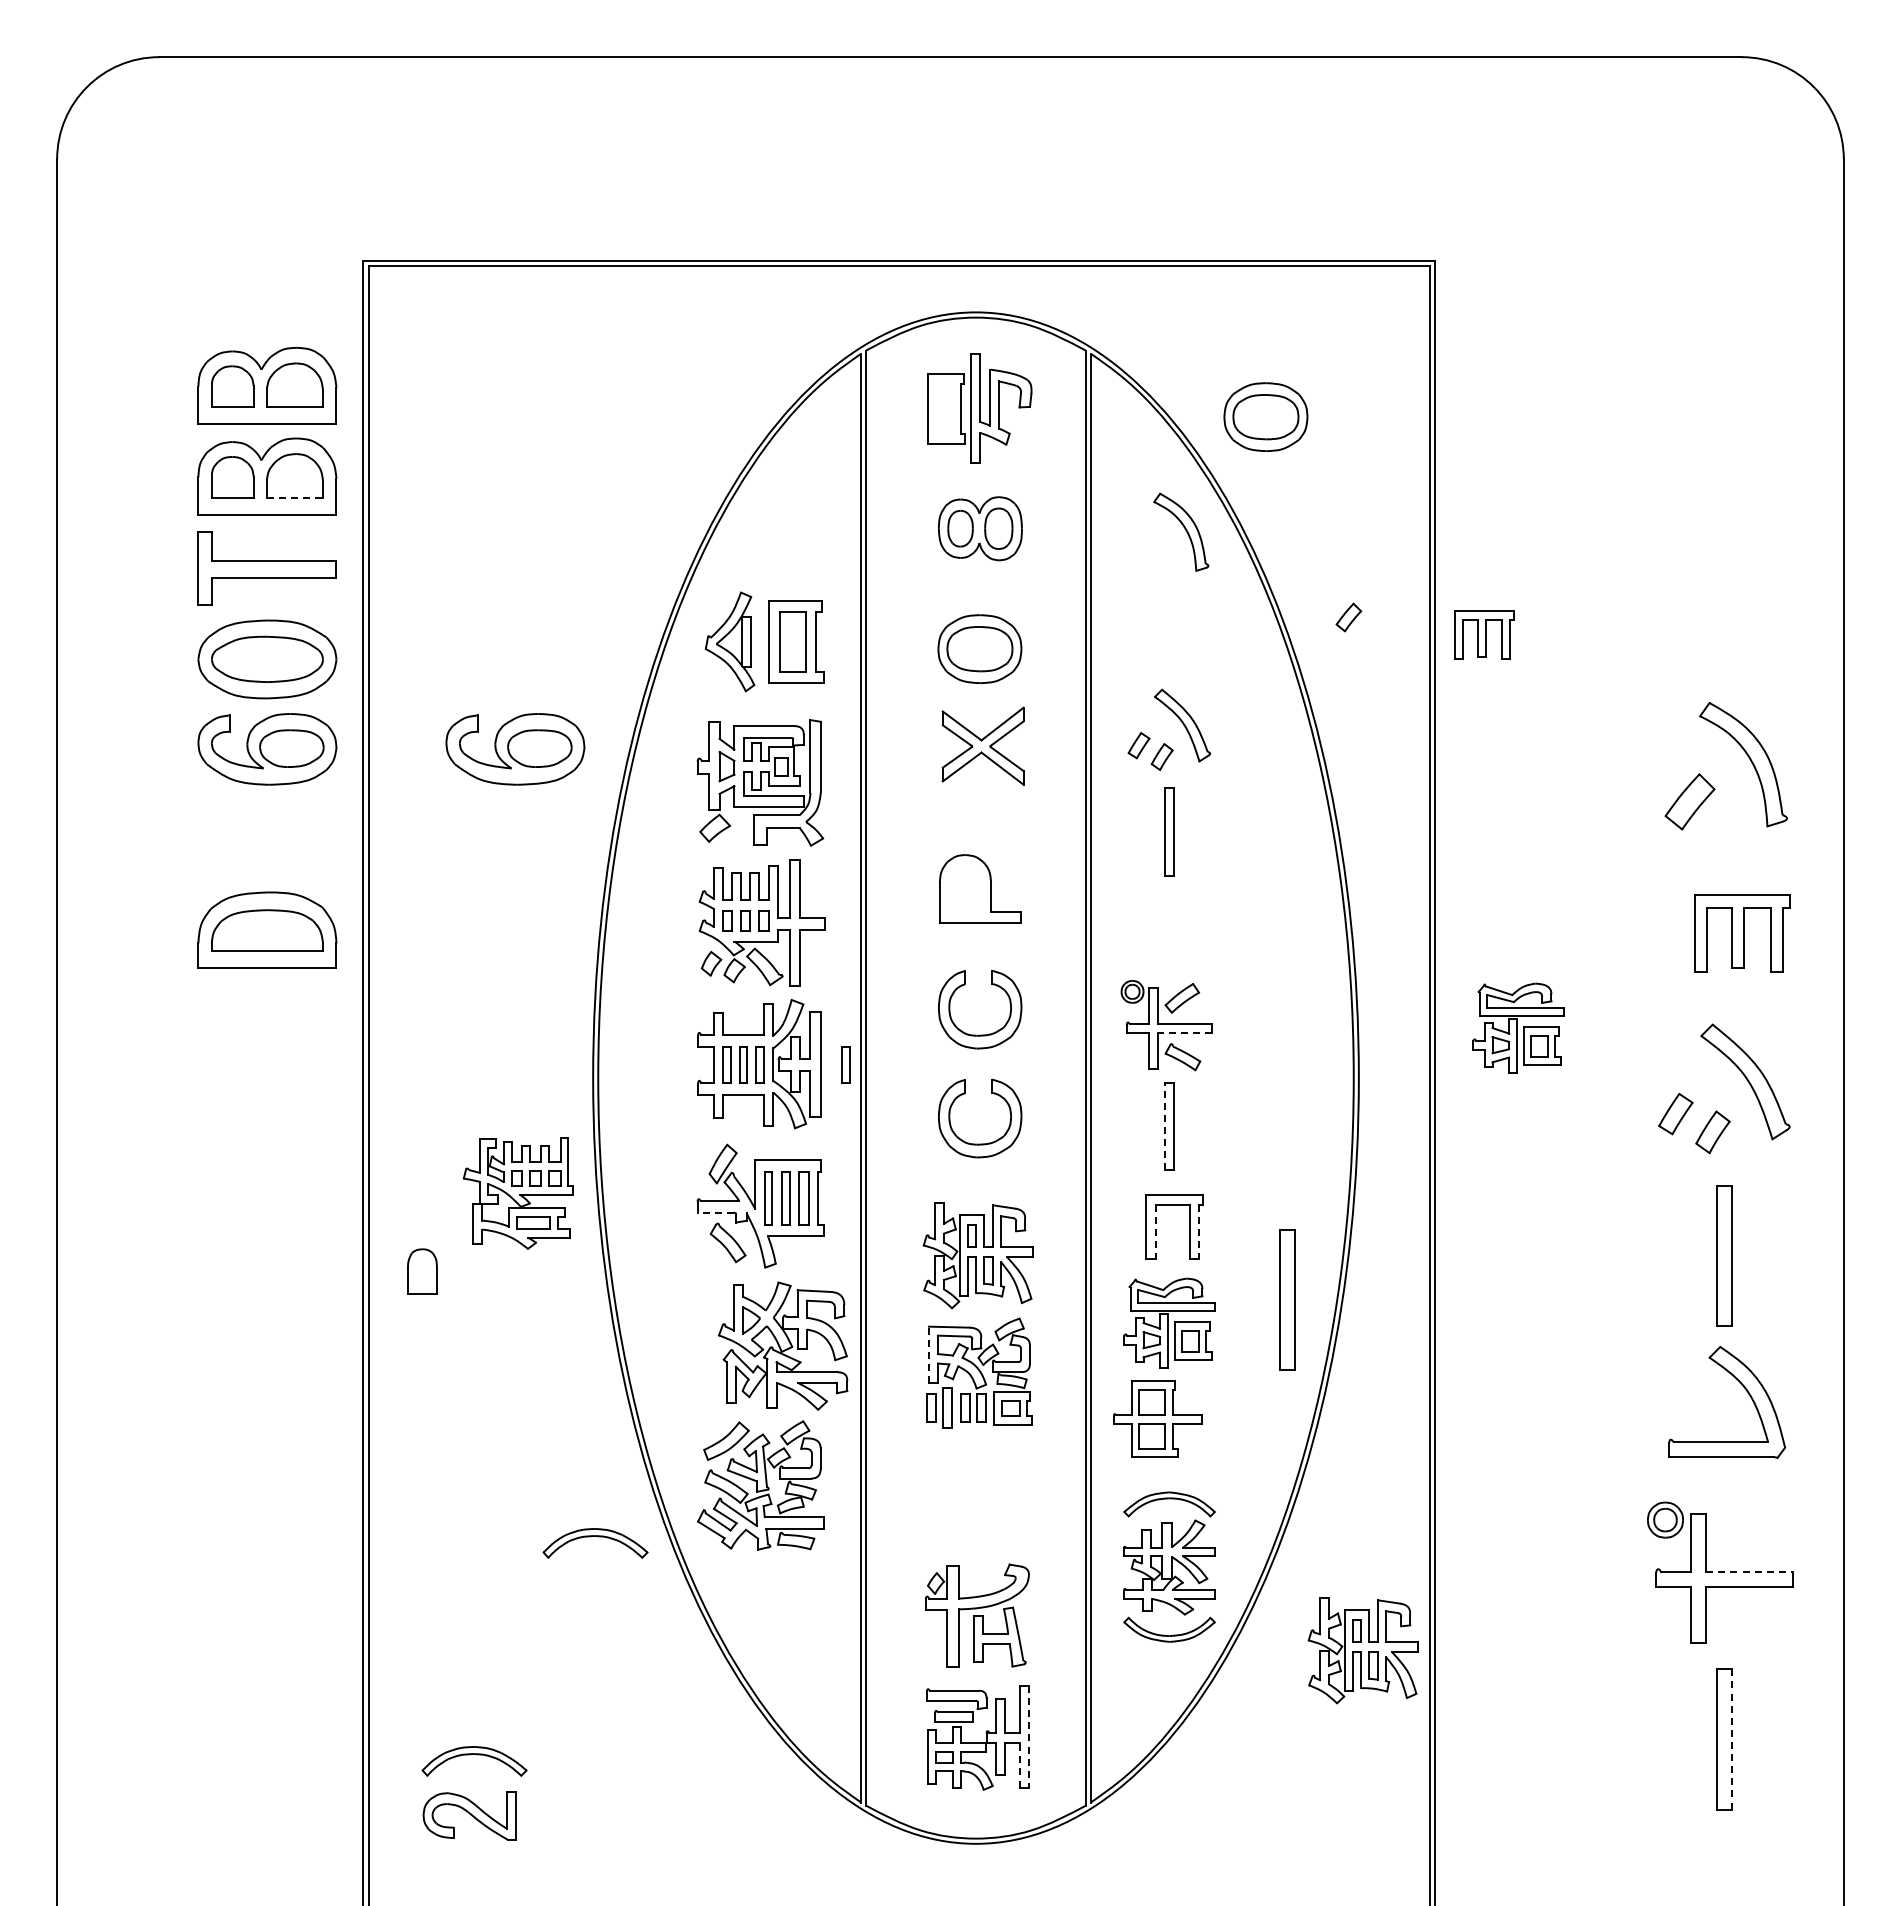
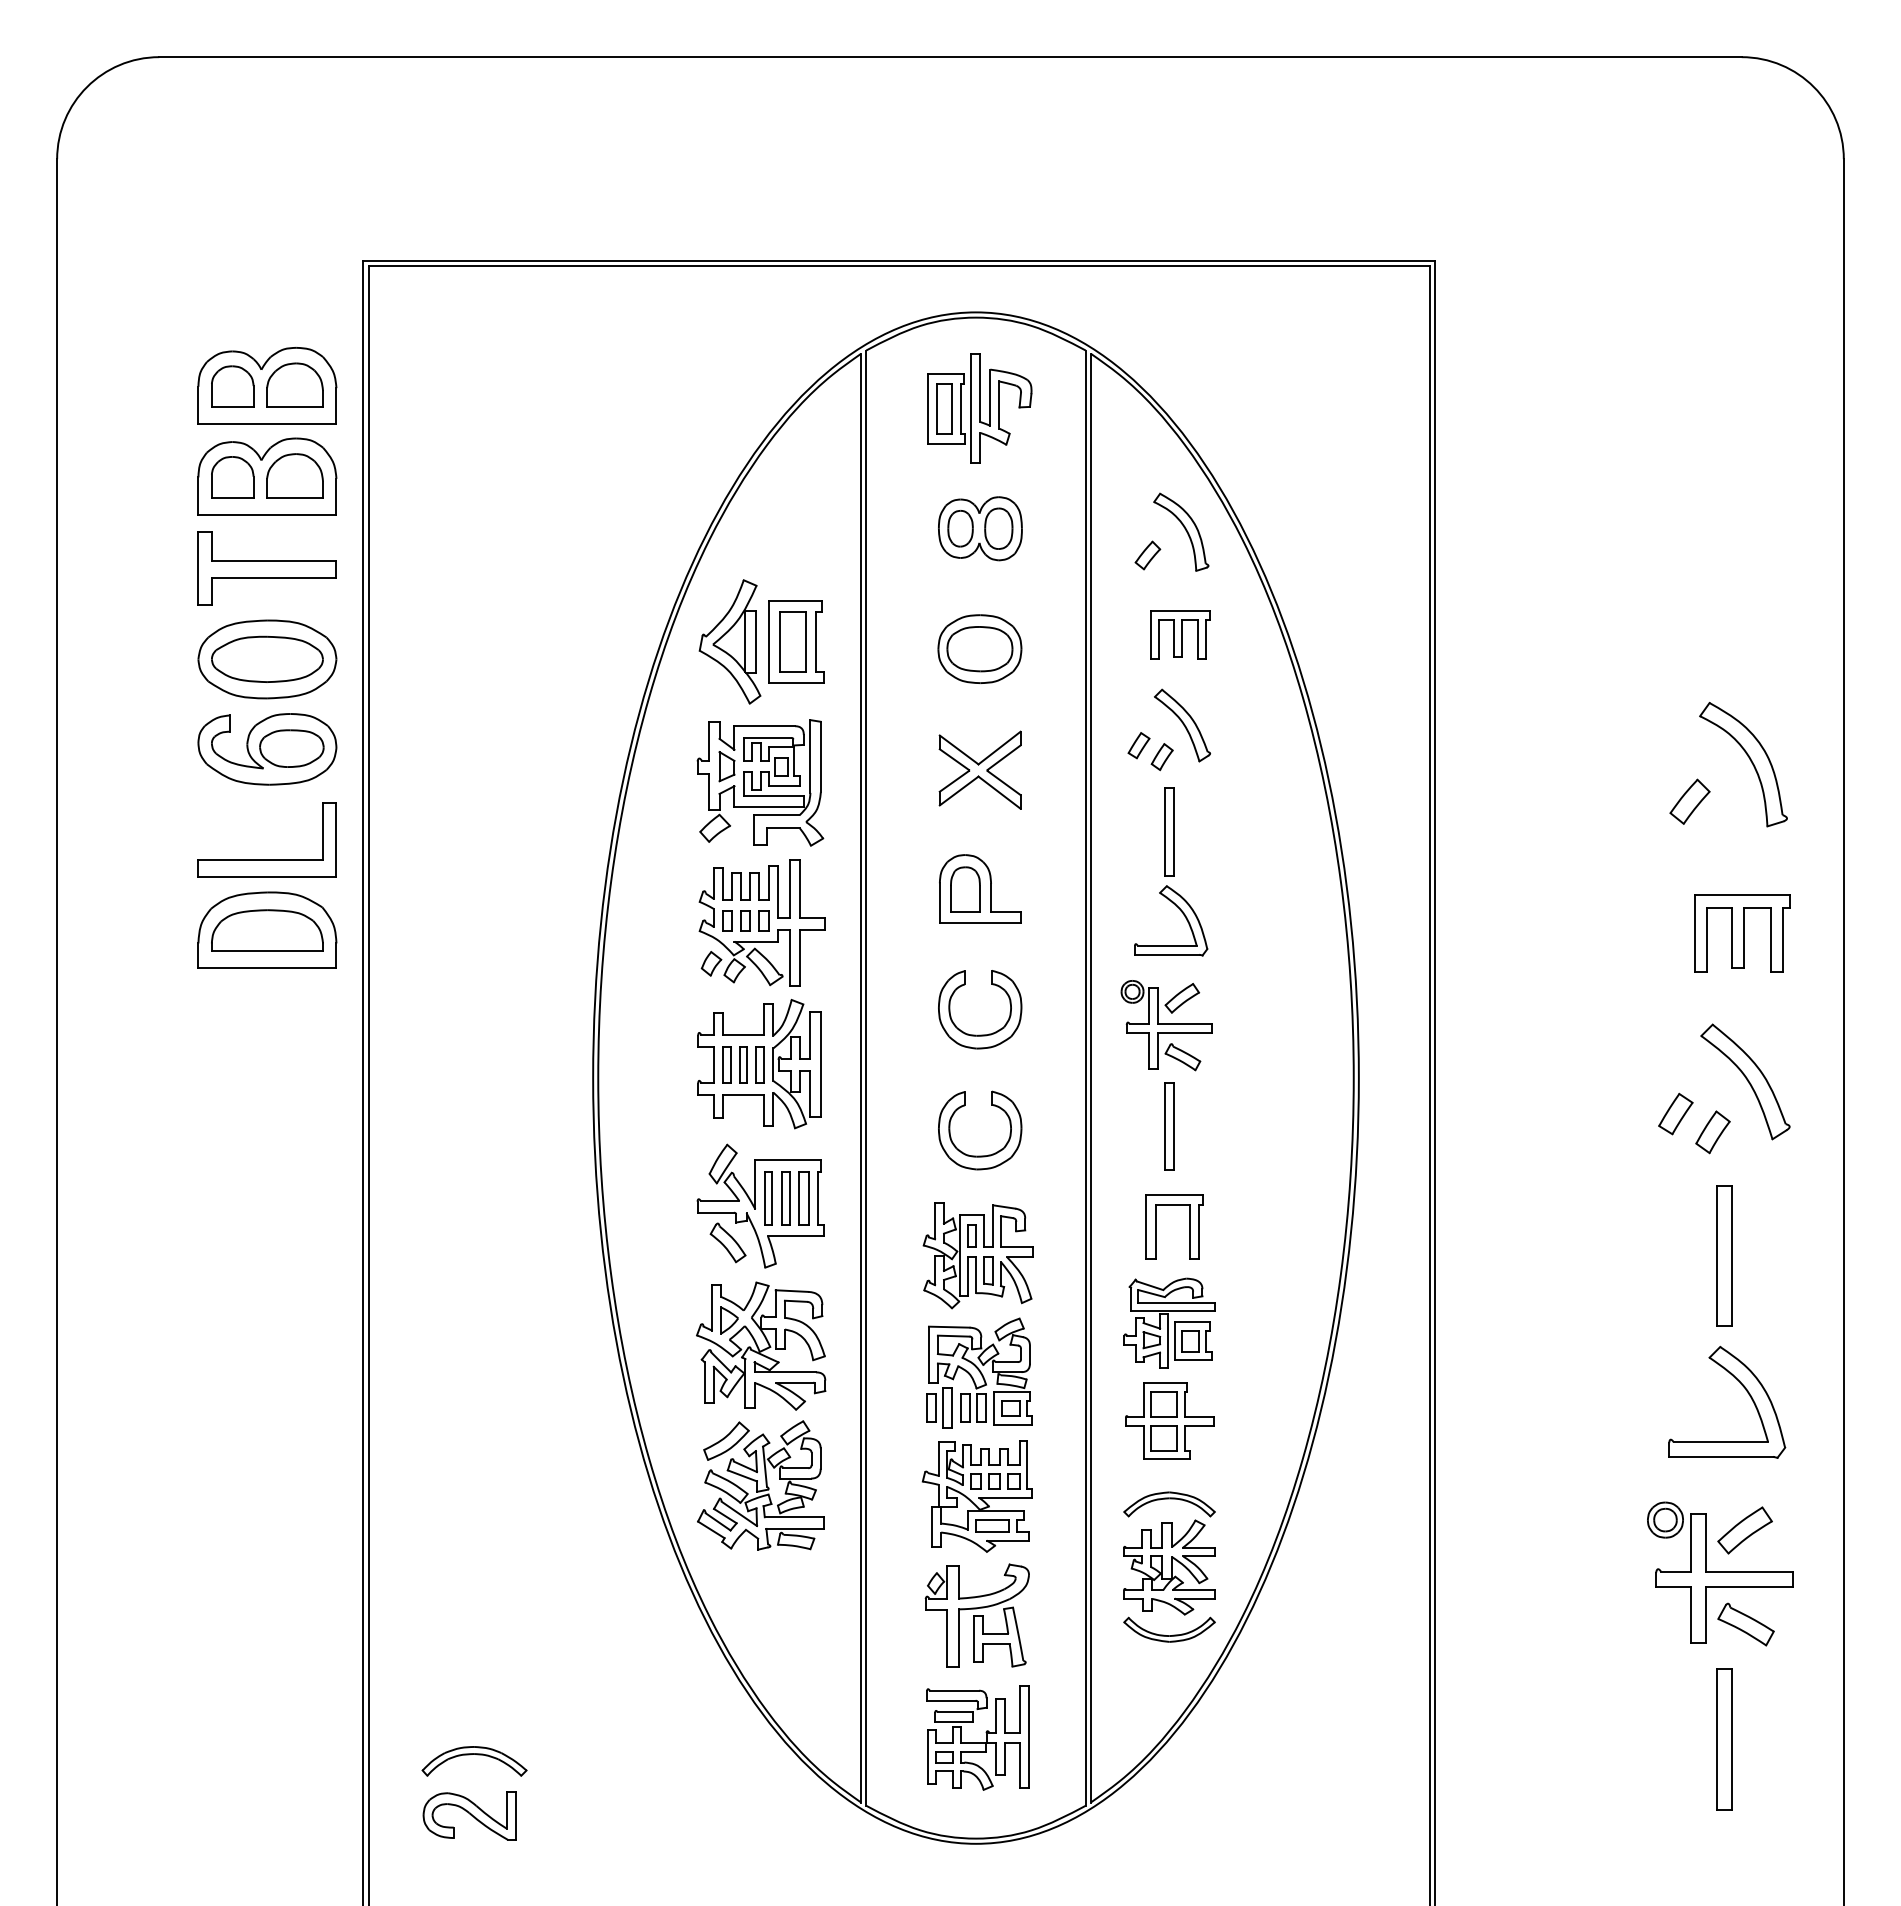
part at (944, 408): none -> present
part at (1265, 416): present -> none
line at (295, 497): dashed -> solid
part at (1348, 617) position: (1348, 617) -> (1147, 555)
part at (1484, 634) position: (1484, 634) -> (1180, 634)
part at (729, 641) size: 52x102 px -> 64x126 px
part at (982, 745) position: (982, 745) -> (979, 769)
part at (515, 749): present -> none
part at (1689, 801) size: 52x58 px -> 42x47 px
part at (266, 859): none -> present
part at (1180, 911): none -> present
part at (1518, 1027): present -> none
line at (1184, 1033): dashed -> solid
part at (845, 1064): present -> none
line at (1164, 1126): dashed -> solid
part at (980, 1143) position: (980, 1143) -> (980, 1155)
part at (517, 1193) position: (517, 1193) -> (976, 1496)
line at (715, 1212): dashed -> solid
line at (1155, 1232): dashed -> solid
line at (1198, 1232): dashed -> solid
part at (422, 1271) position: (422, 1271) -> (965, 889)
part at (1287, 1299): present -> none
part at (783, 1345) position: (783, 1345) -> (761, 1345)
line at (928, 1354): dashed -> solid
part at (1157, 1418) position: (1157, 1418) -> (1169, 1420)
part at (1744, 1530): none -> present
part at (598, 1537): present -> none
line at (1749, 1571): dashed -> solid
part at (1745, 1624): none -> present
part at (1362, 1650): present -> none
line at (1029, 1736): dashed -> solid
line at (1732, 1740): dashed -> solid
line at (1020, 1764): dashed -> solid
